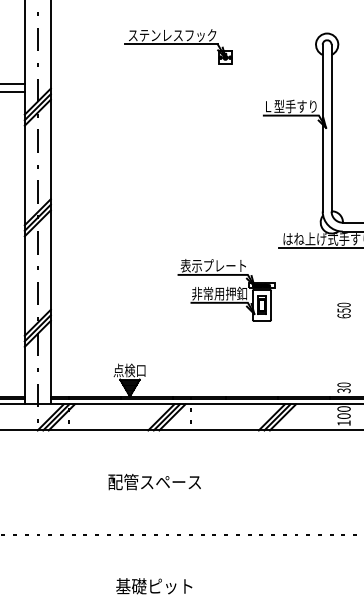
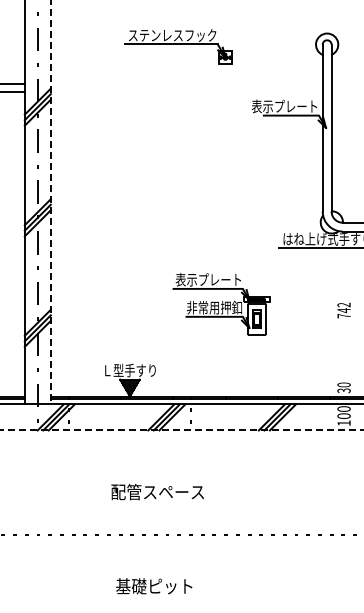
text at (283, 106): Ｌ型手すり -> 表示プレート
line at (50, 202): solid -> dashed
part at (226, 290) position: (226, 290) -> (221, 304)
text at (343, 310): 650 -> 742
text at (130, 370): 点検口 -> Ｌ型手すり
line at (182, 430): solid -> dashed
text at (154, 481) position: (154, 481) -> (157, 491)
